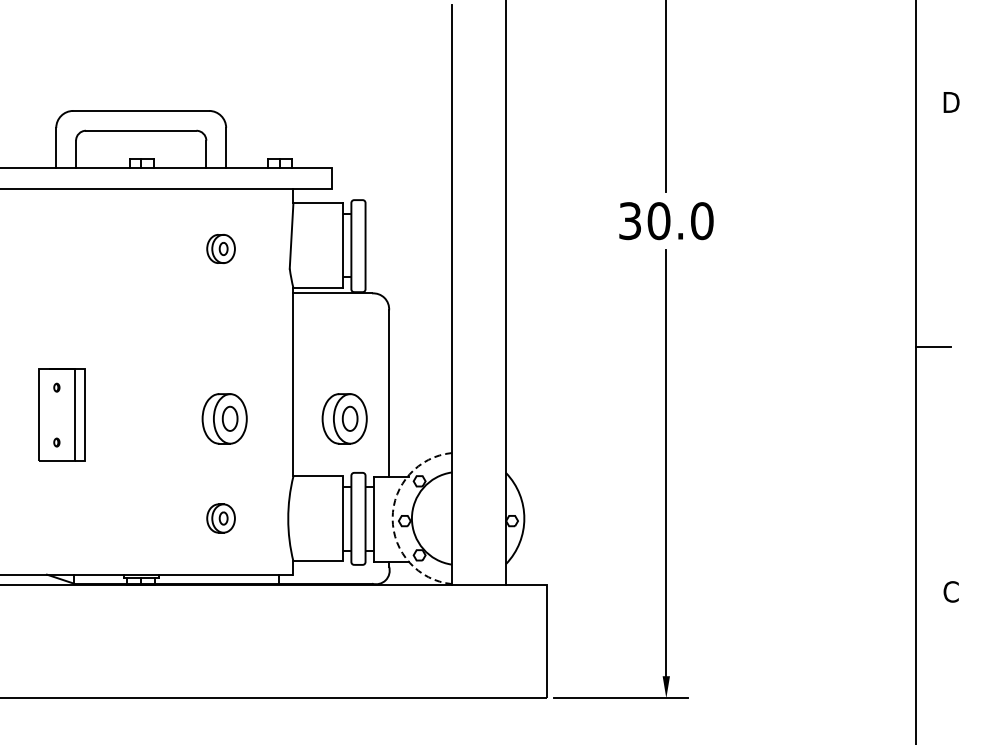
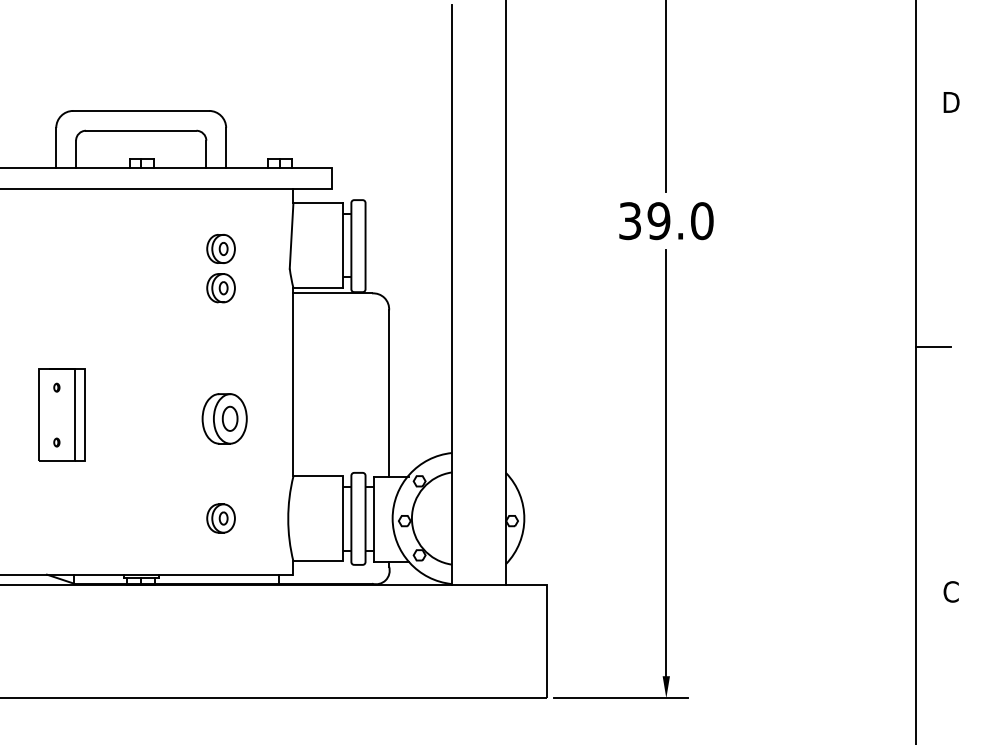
text at (658, 221): 30.0 -> 39.0
part at (220, 288): none -> present
part at (344, 418): present -> none
arc at (392, 518): dashed -> solid
